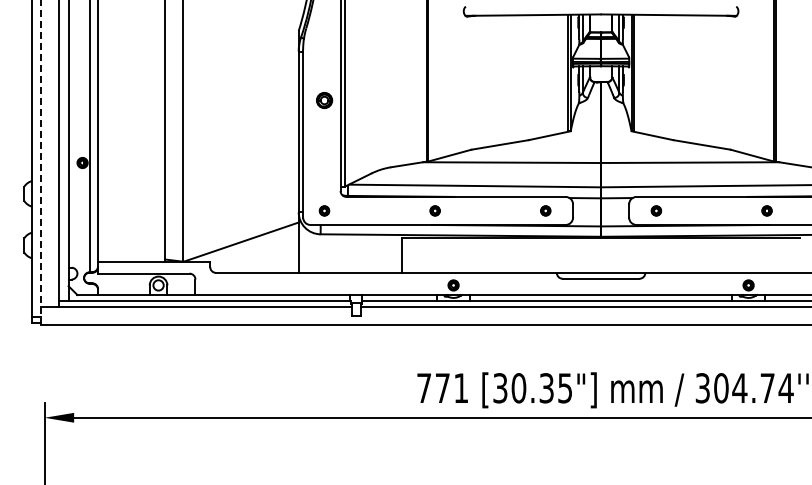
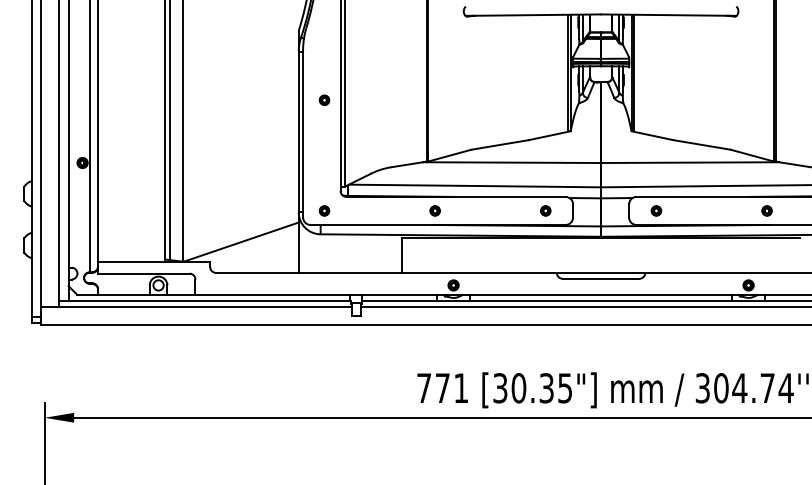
part at (324, 100) size: 18x18 px -> 13x12 px
line at (170, 131): none -> present
line at (41, 162): dashed -> solid
